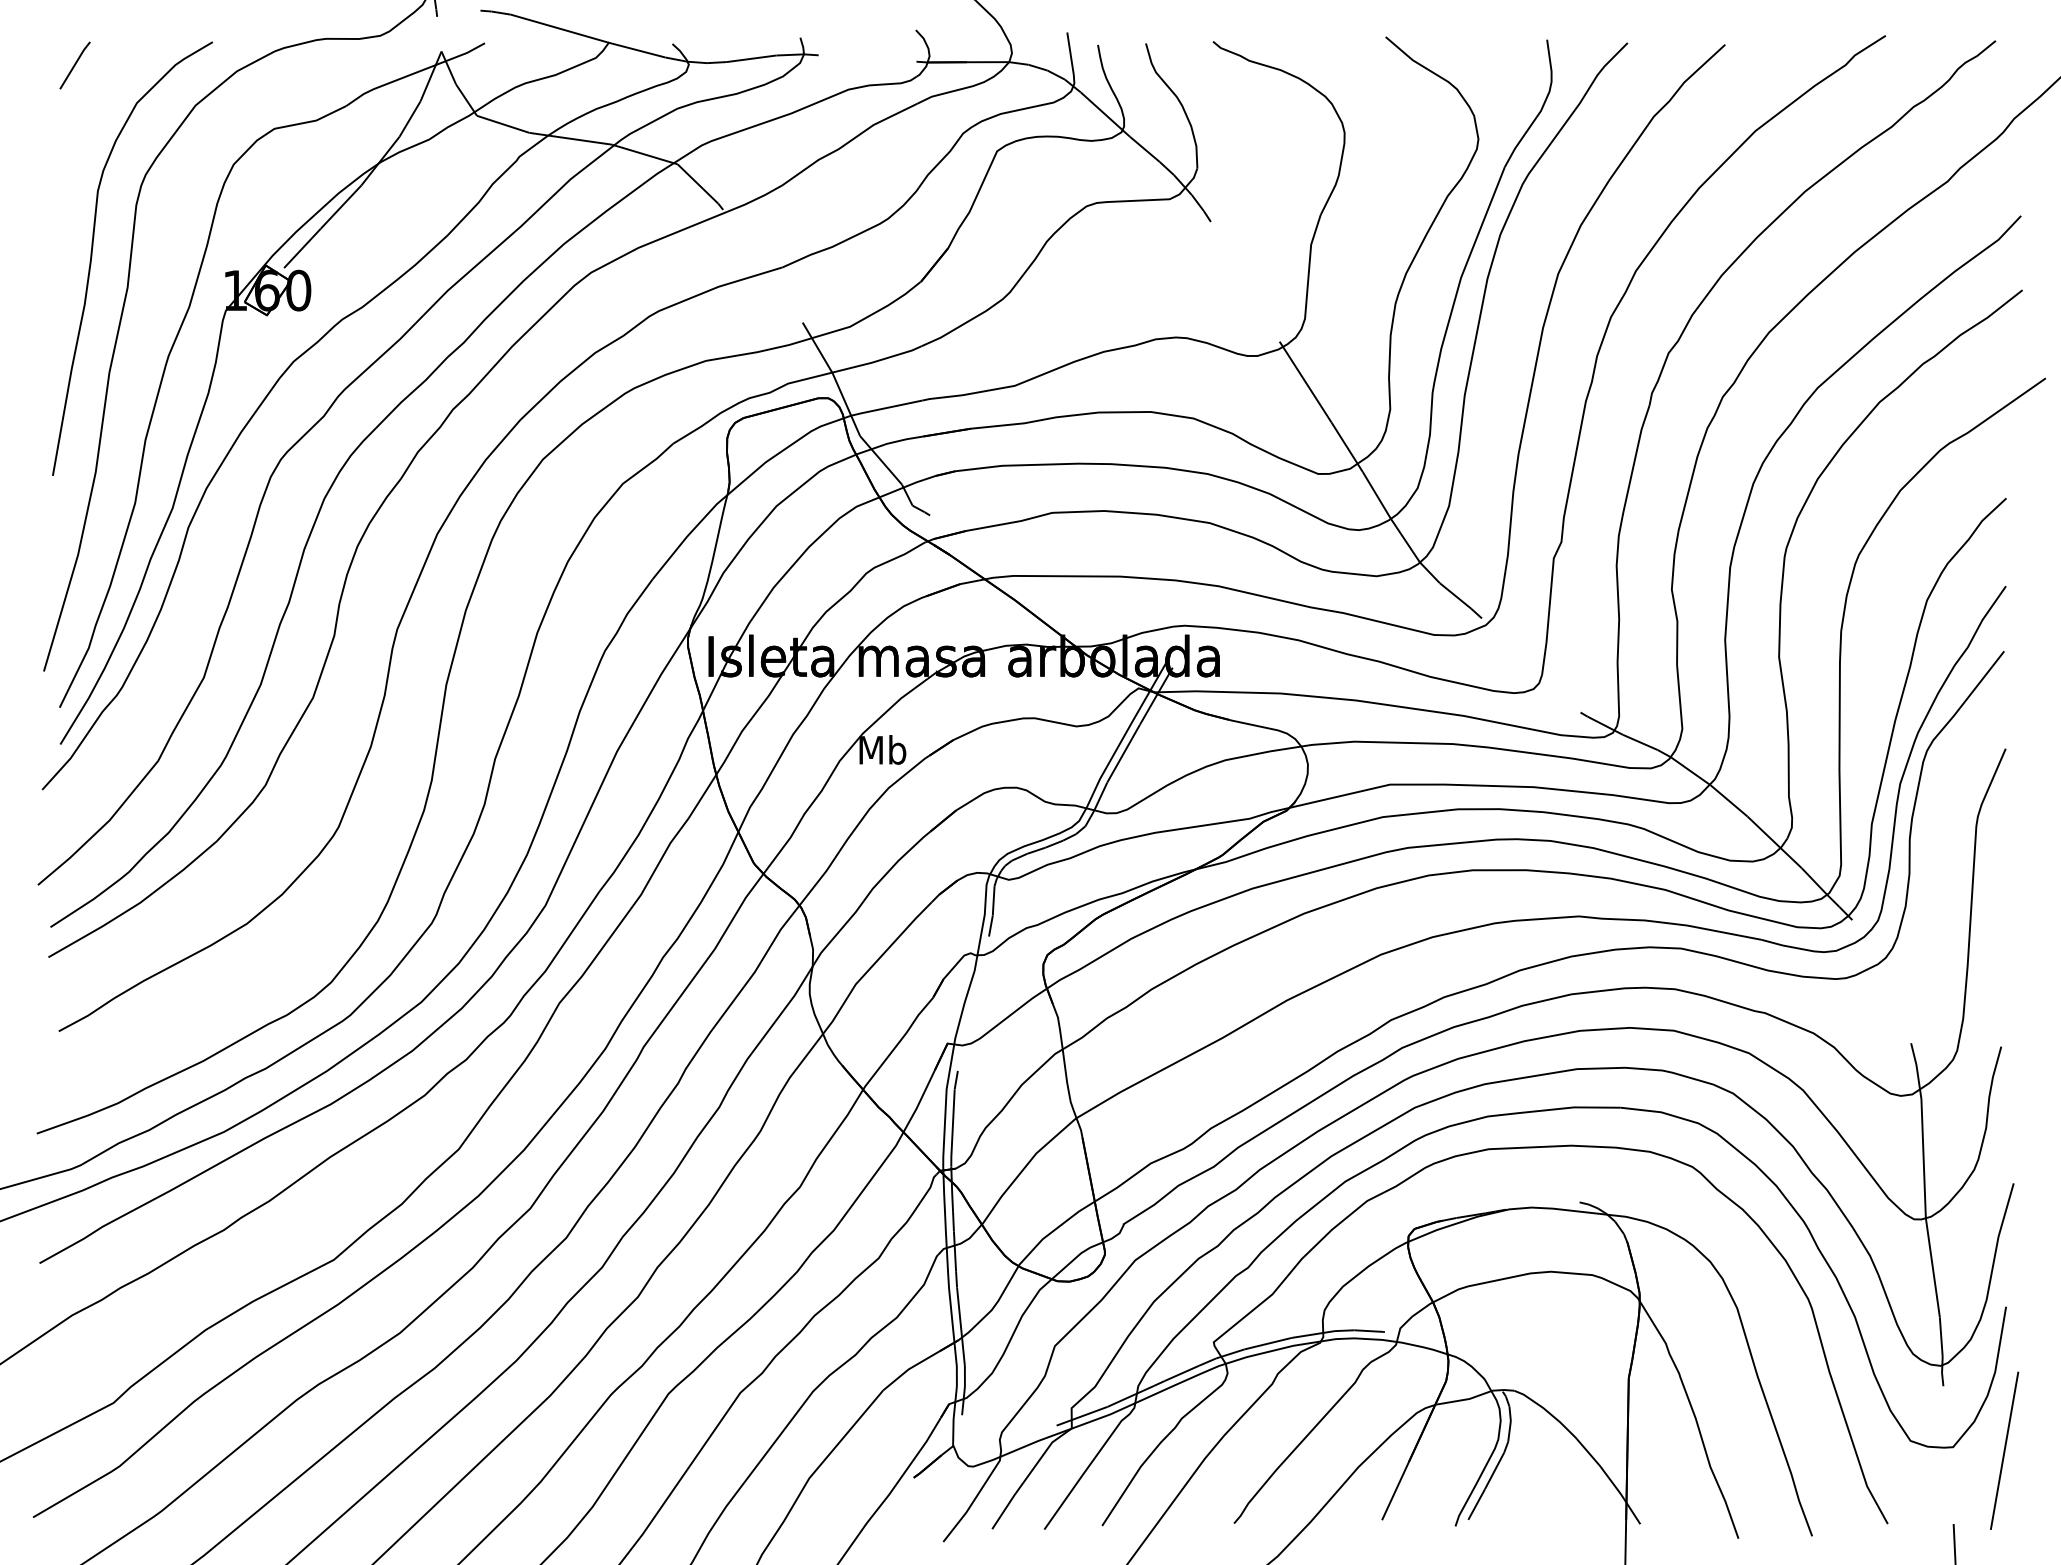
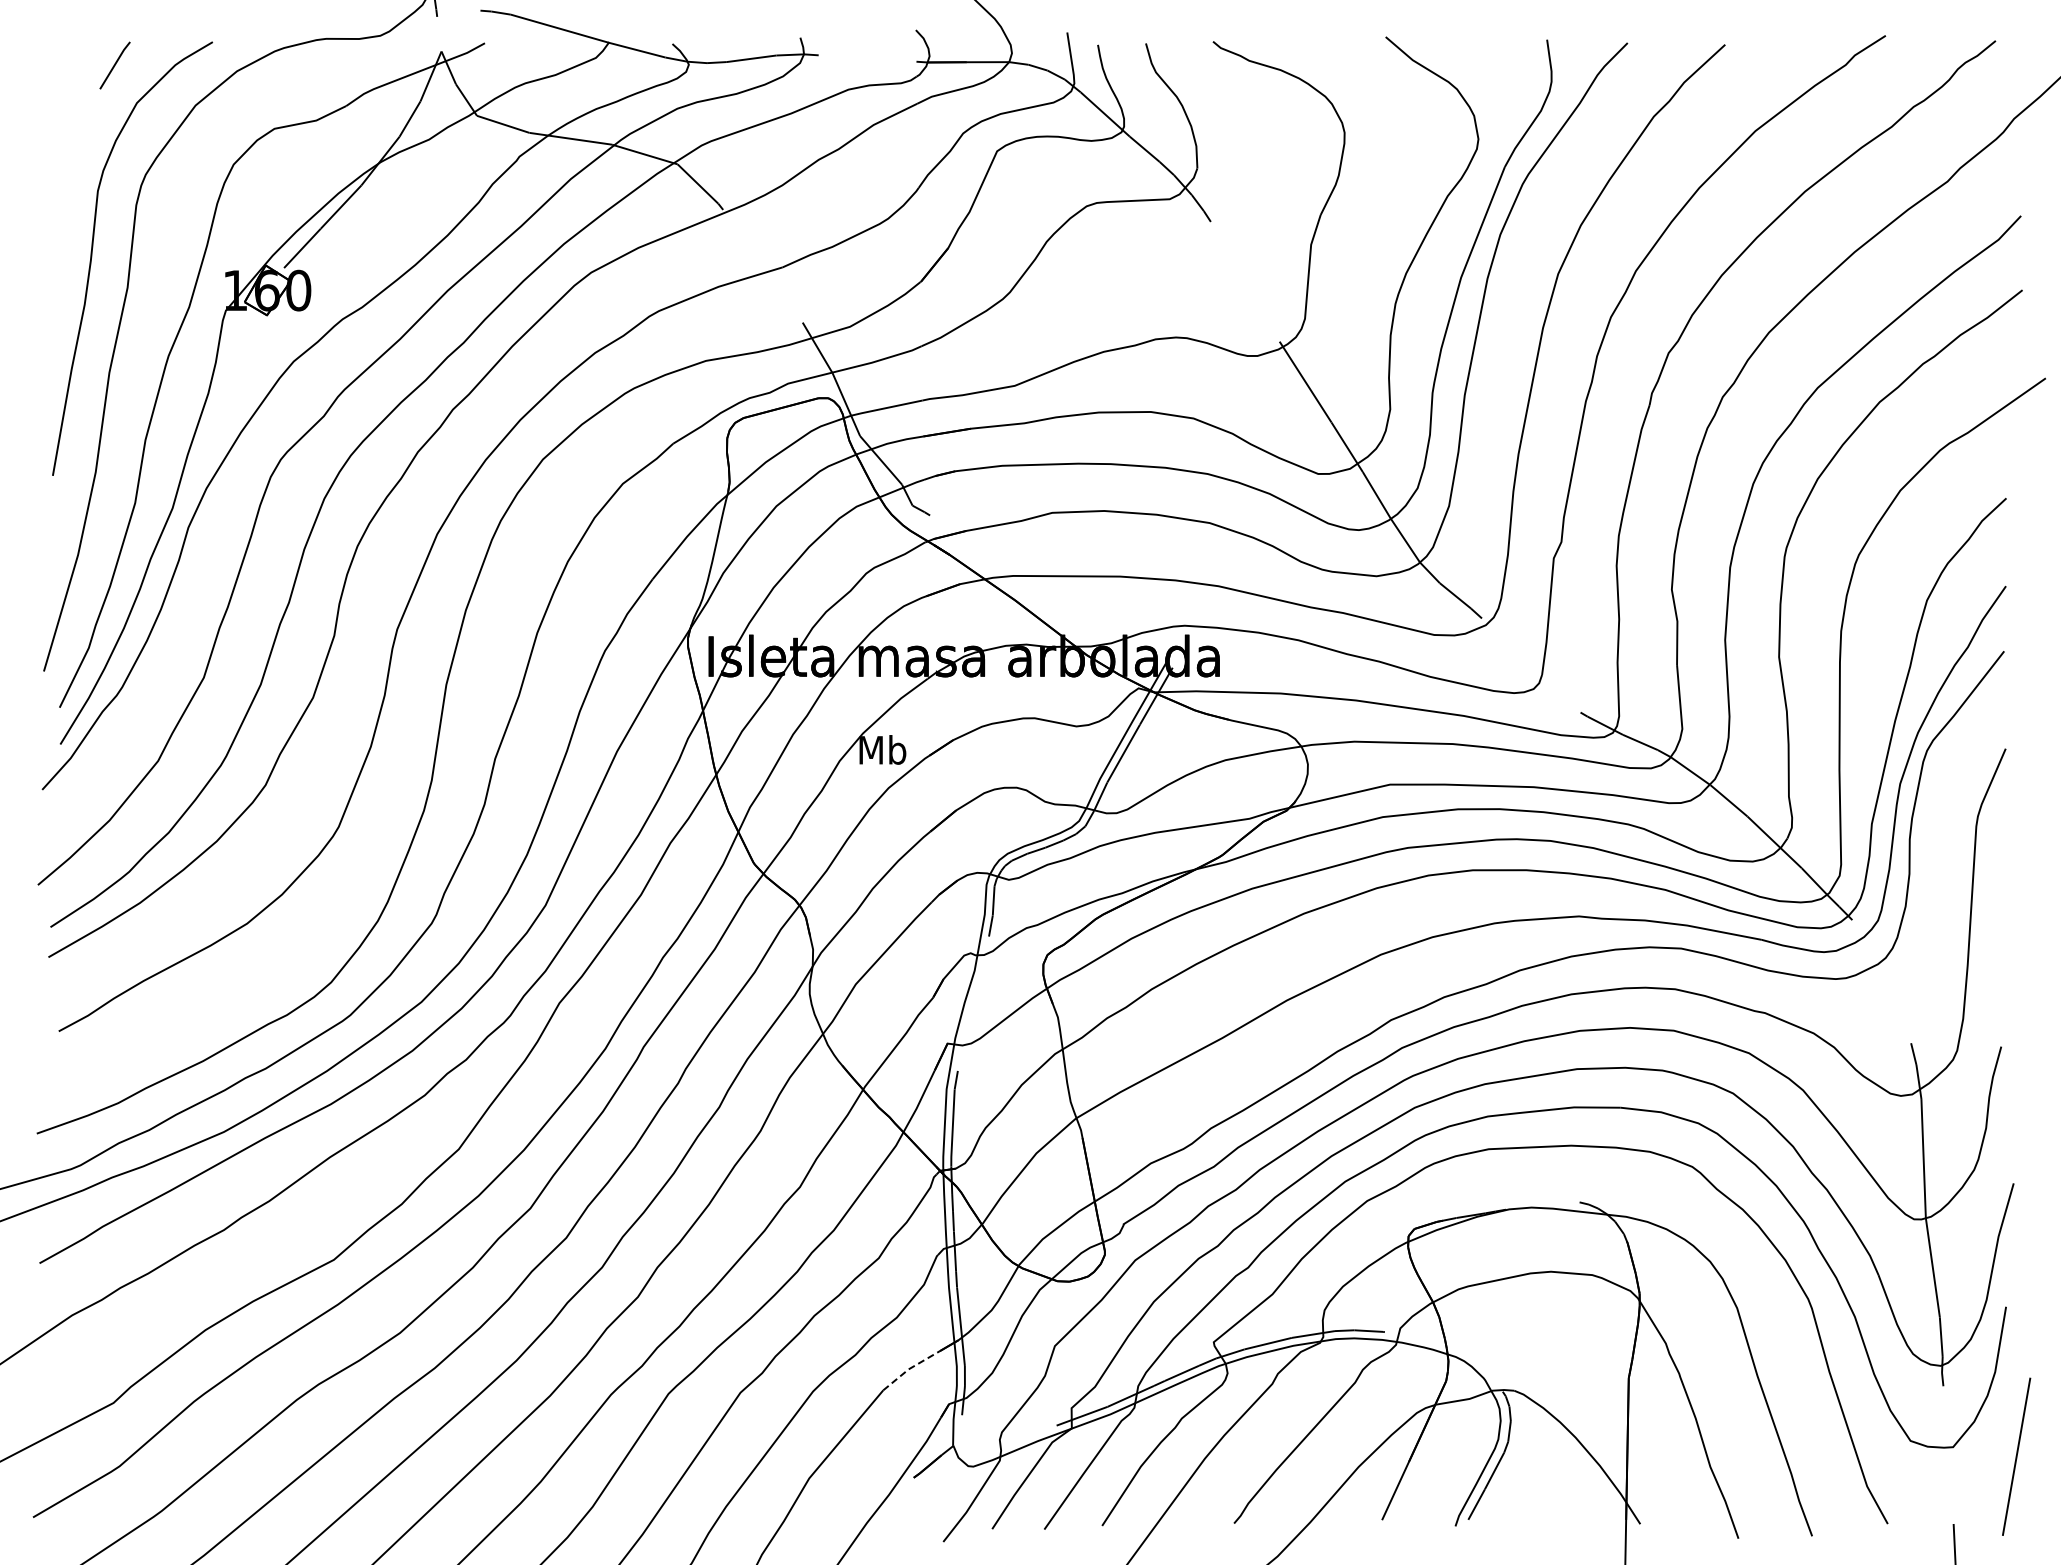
line at (74, 65) position: (74, 65) -> (114, 65)
line at (910, 1368): solid -> dashed
line at (2004, 1450) position: (2004, 1450) -> (2016, 1456)
